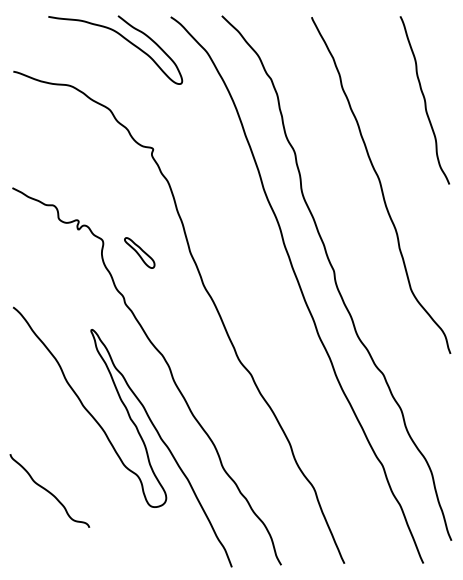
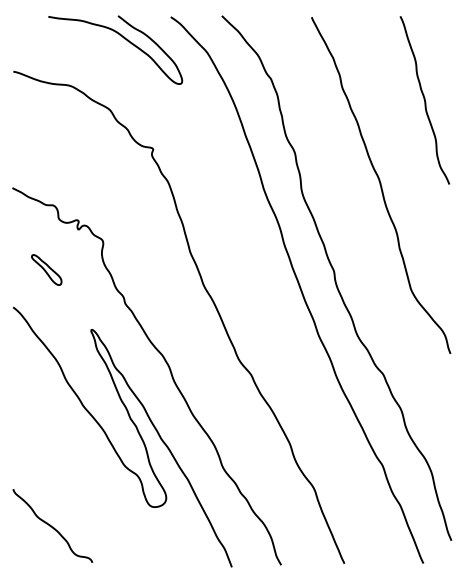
part at (139, 252) position: (139, 252) -> (46, 269)
curve at (48, 490) position: (48, 490) -> (51, 525)
